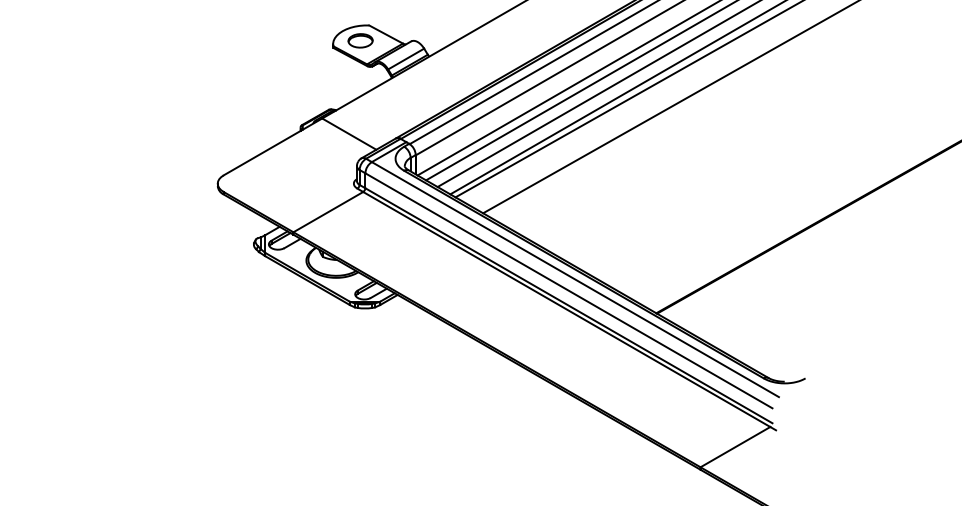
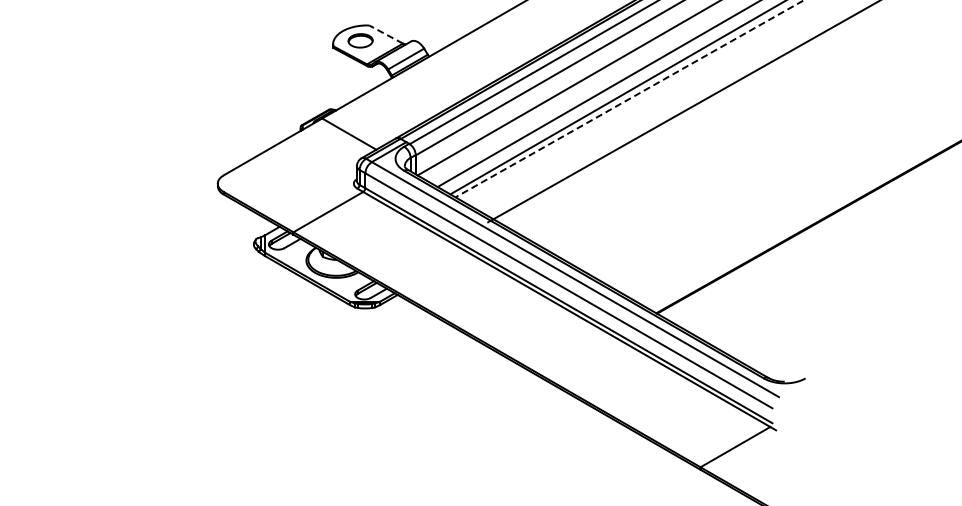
line at (385, 34): solid -> dashed
line at (580, 91): present -> none
line at (629, 98): solid -> dashed
line at (669, 107) position: (669, 107) -> (682, 112)
